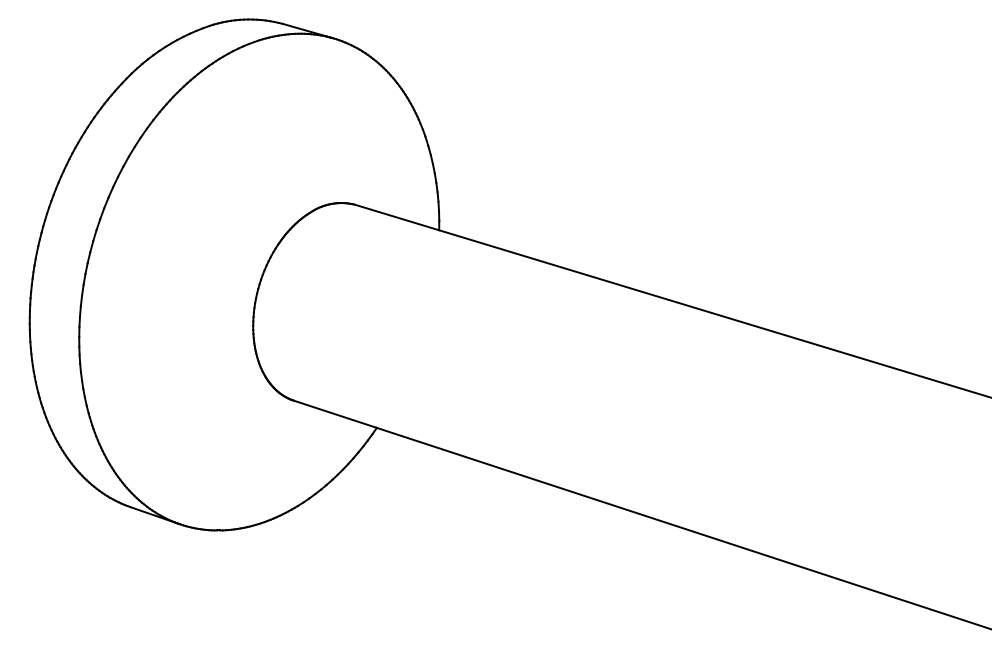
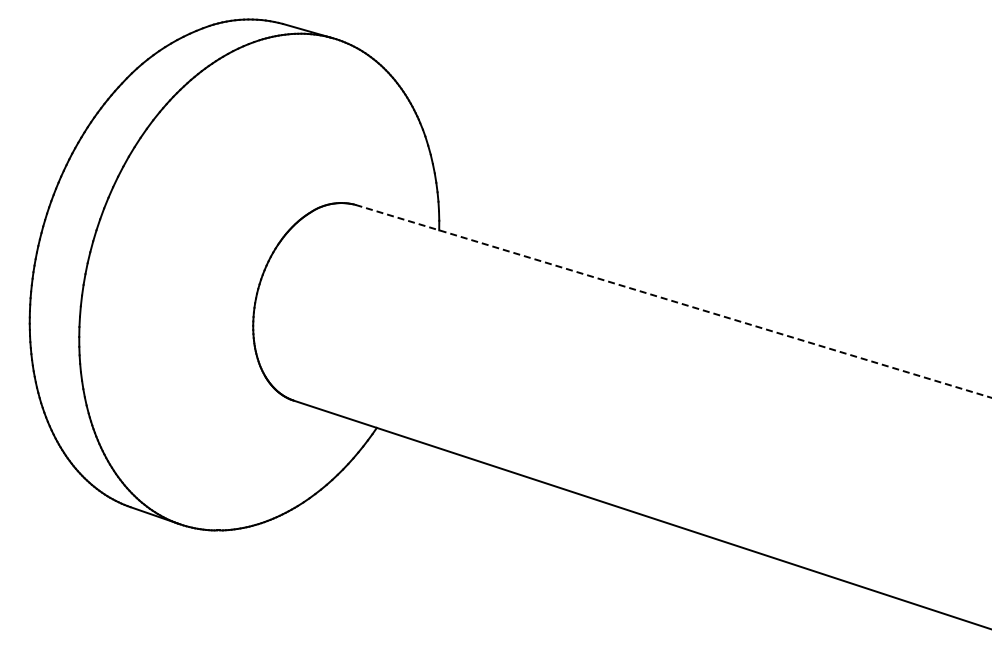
line at (673, 301): solid -> dashed
